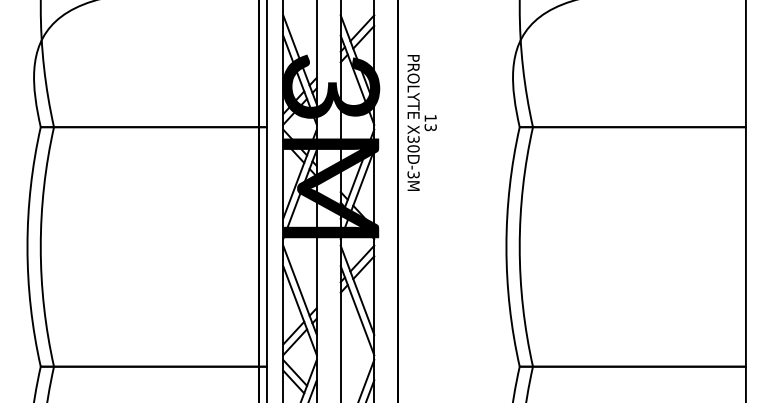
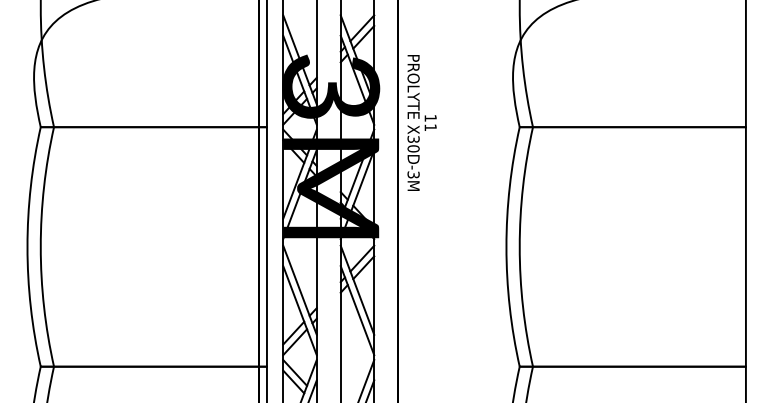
text at (430, 127): 13 -> 11
